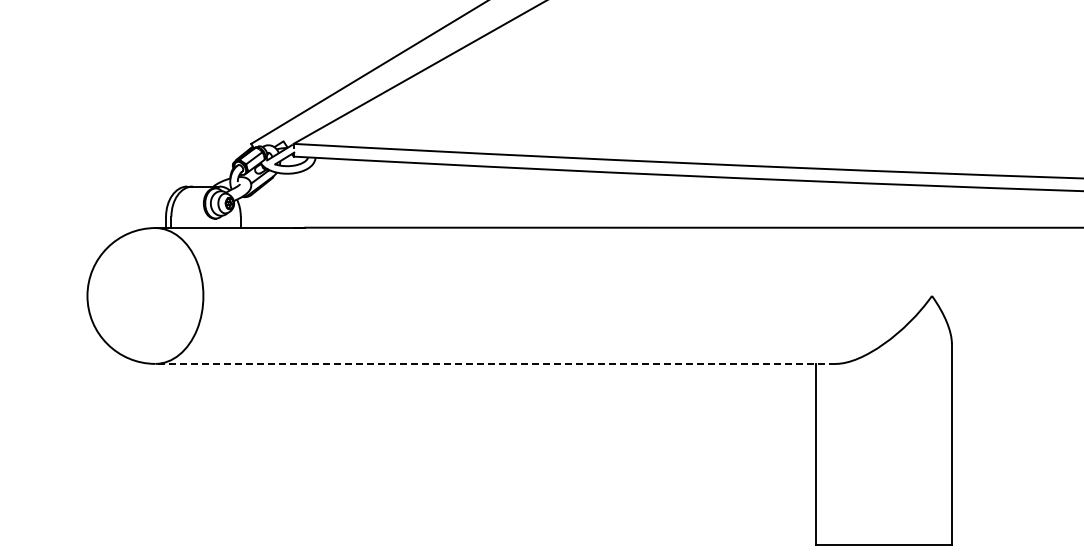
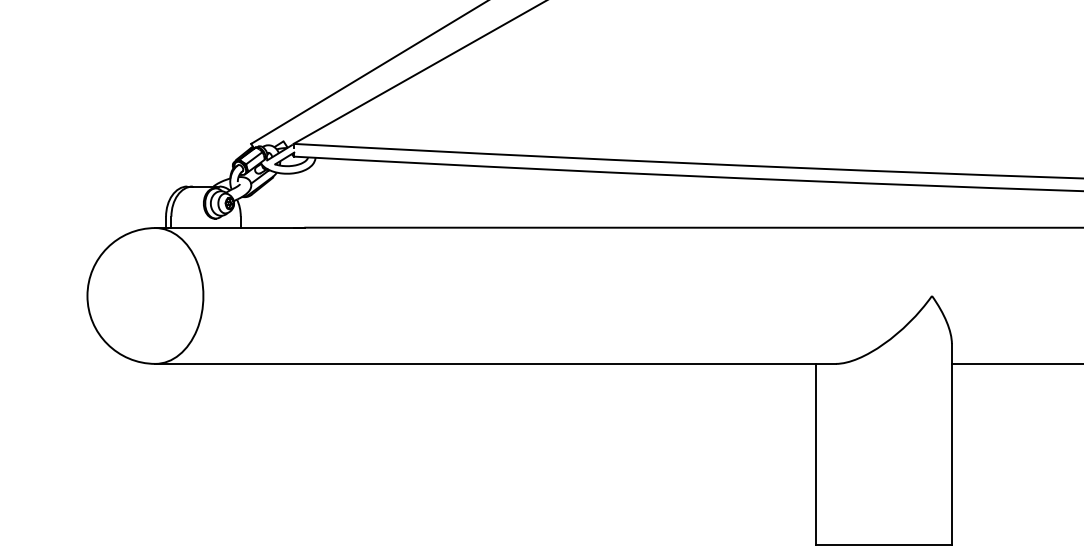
line at (495, 363): dashed -> solid
line at (1015, 363): none -> present
